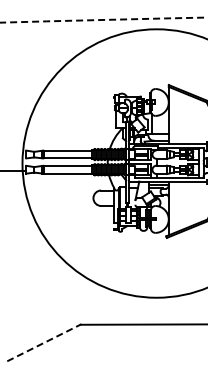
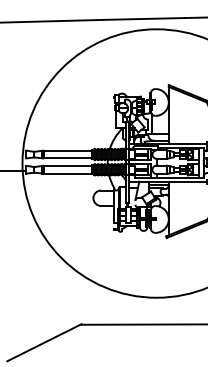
arc at (103, 19): dashed -> solid
line at (44, 342): dashed -> solid
